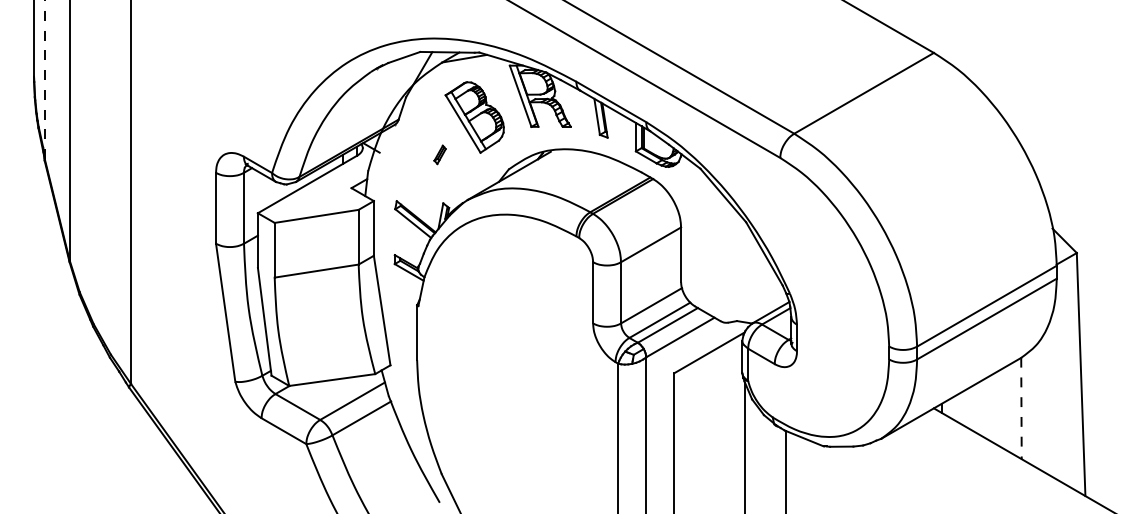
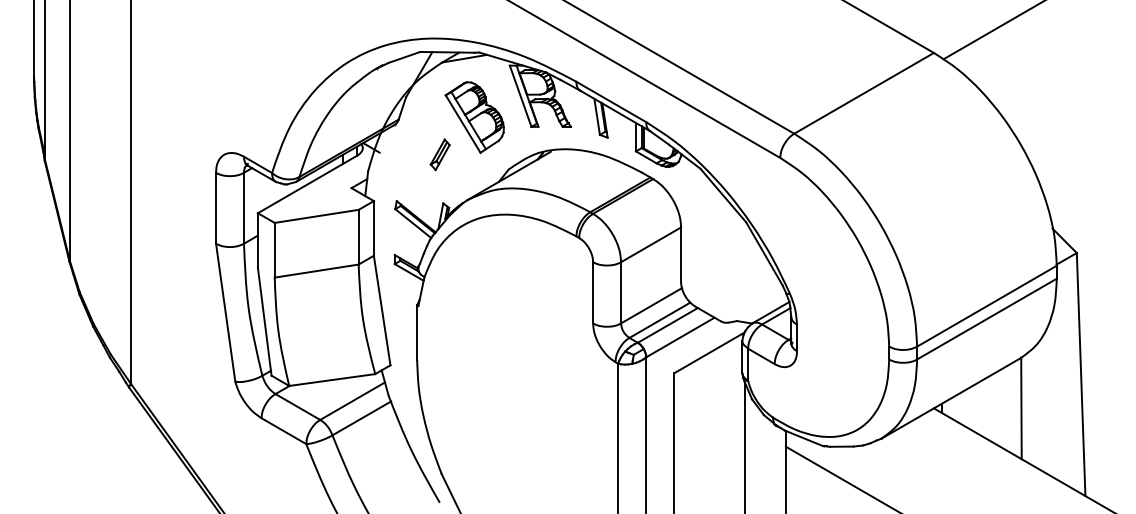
line at (992, 30): none -> present
line at (44, 79): dashed -> solid
part at (439, 154) size: 14x22 px -> 22x34 px
line at (1021, 408): dashed -> solid
line at (840, 478): none -> present
